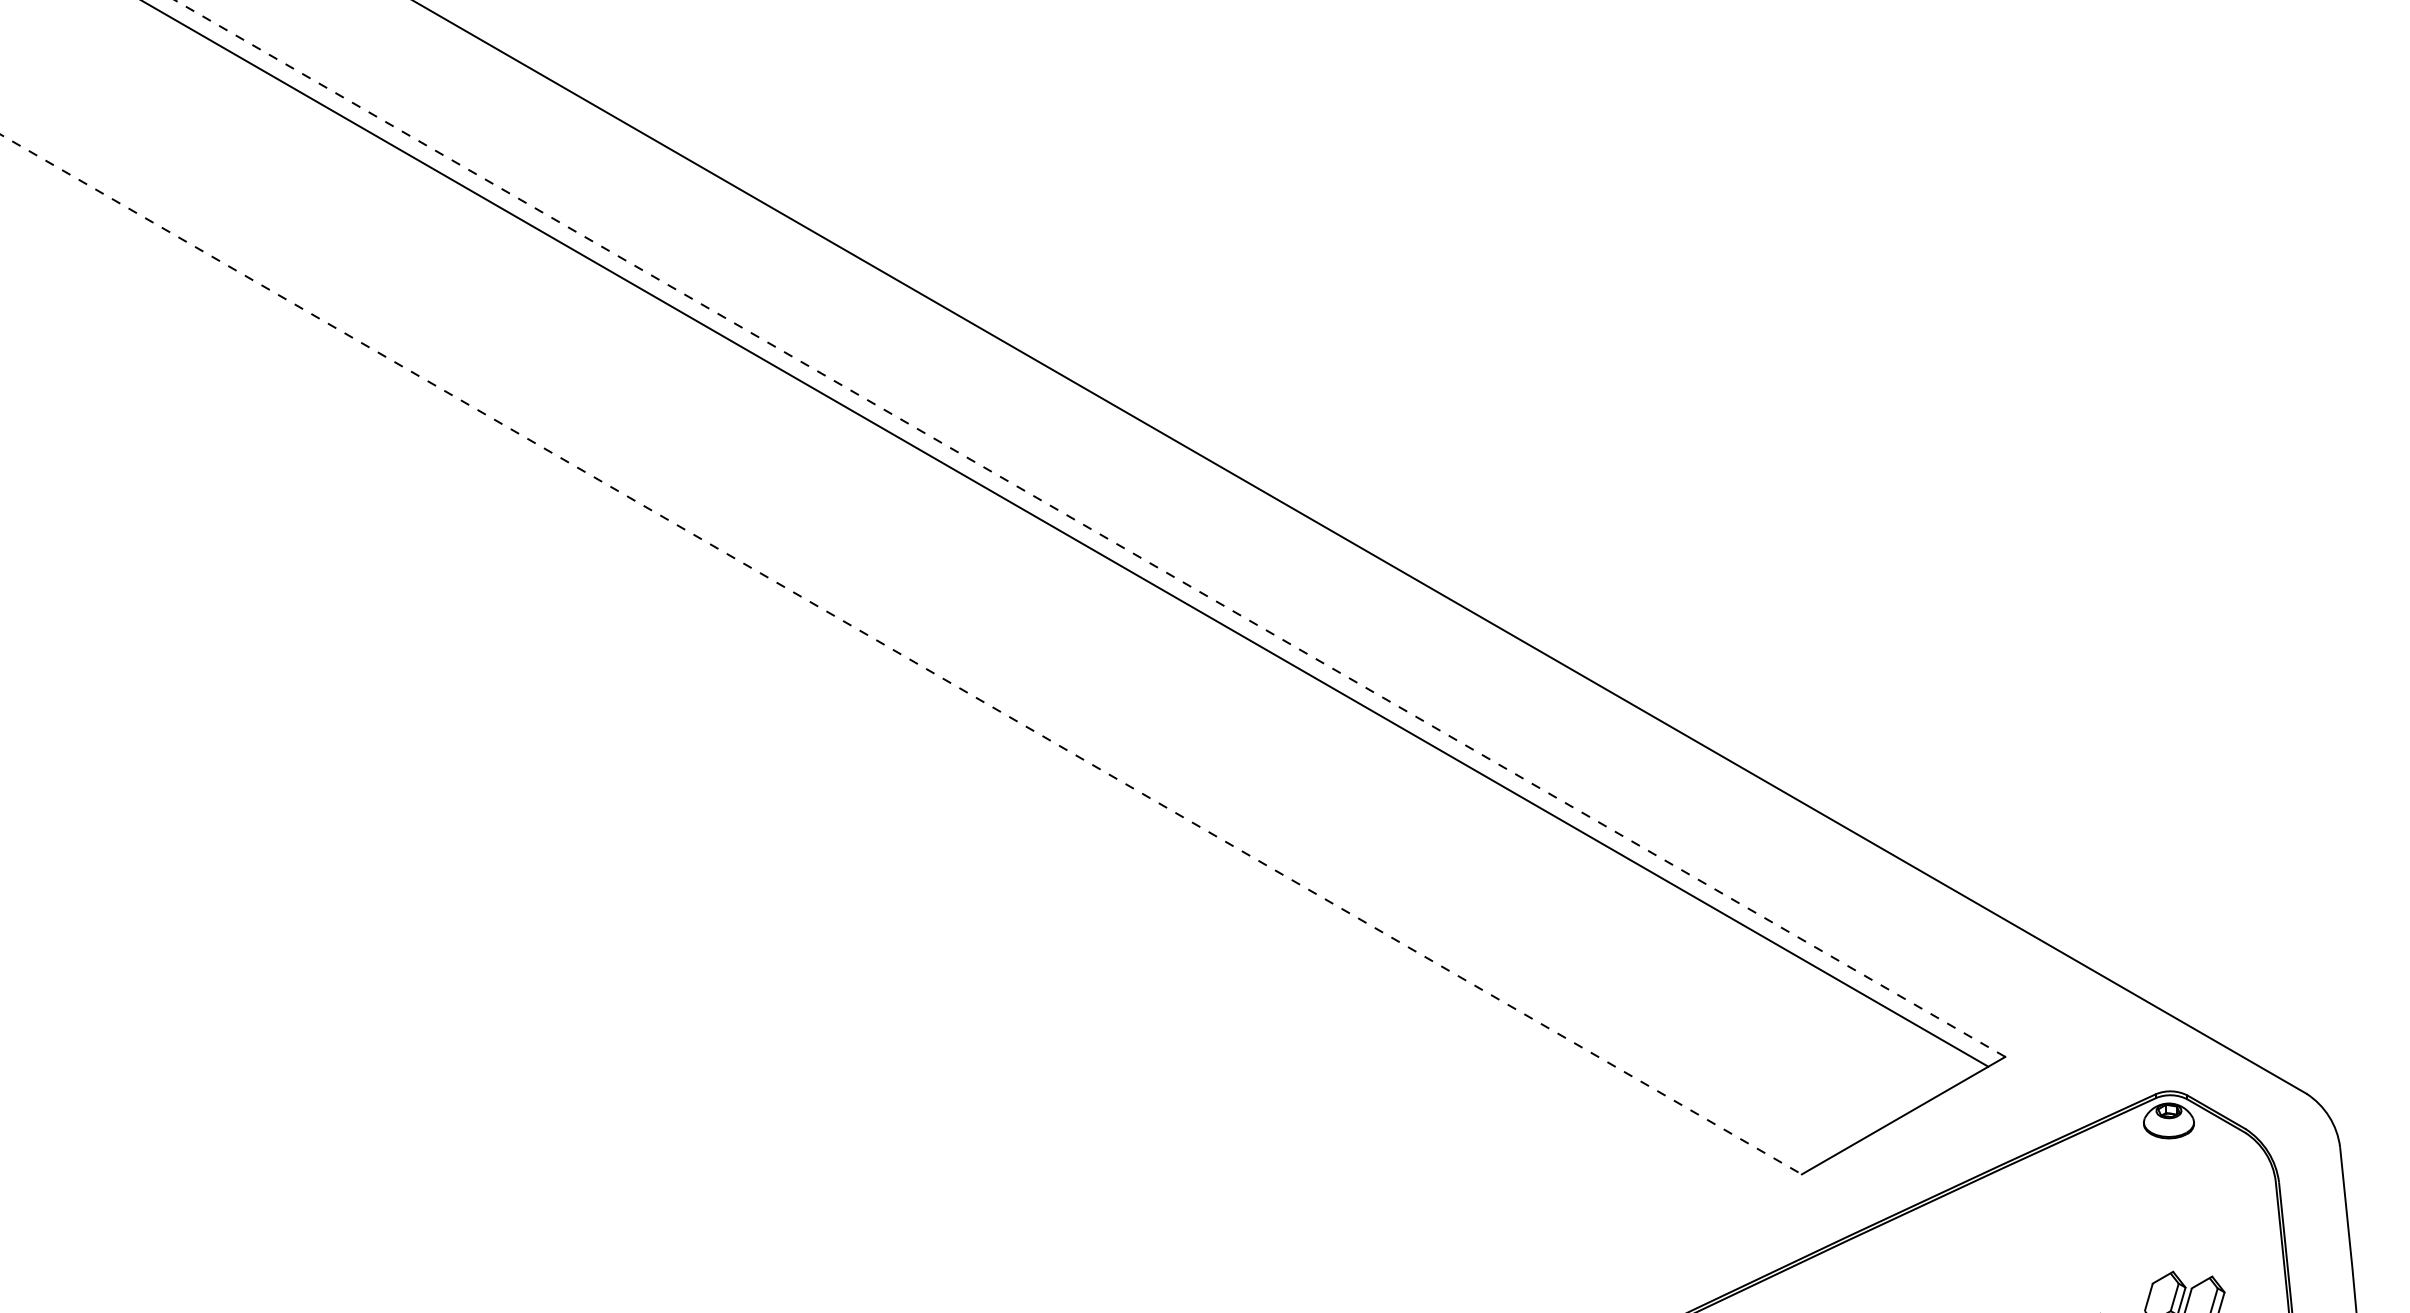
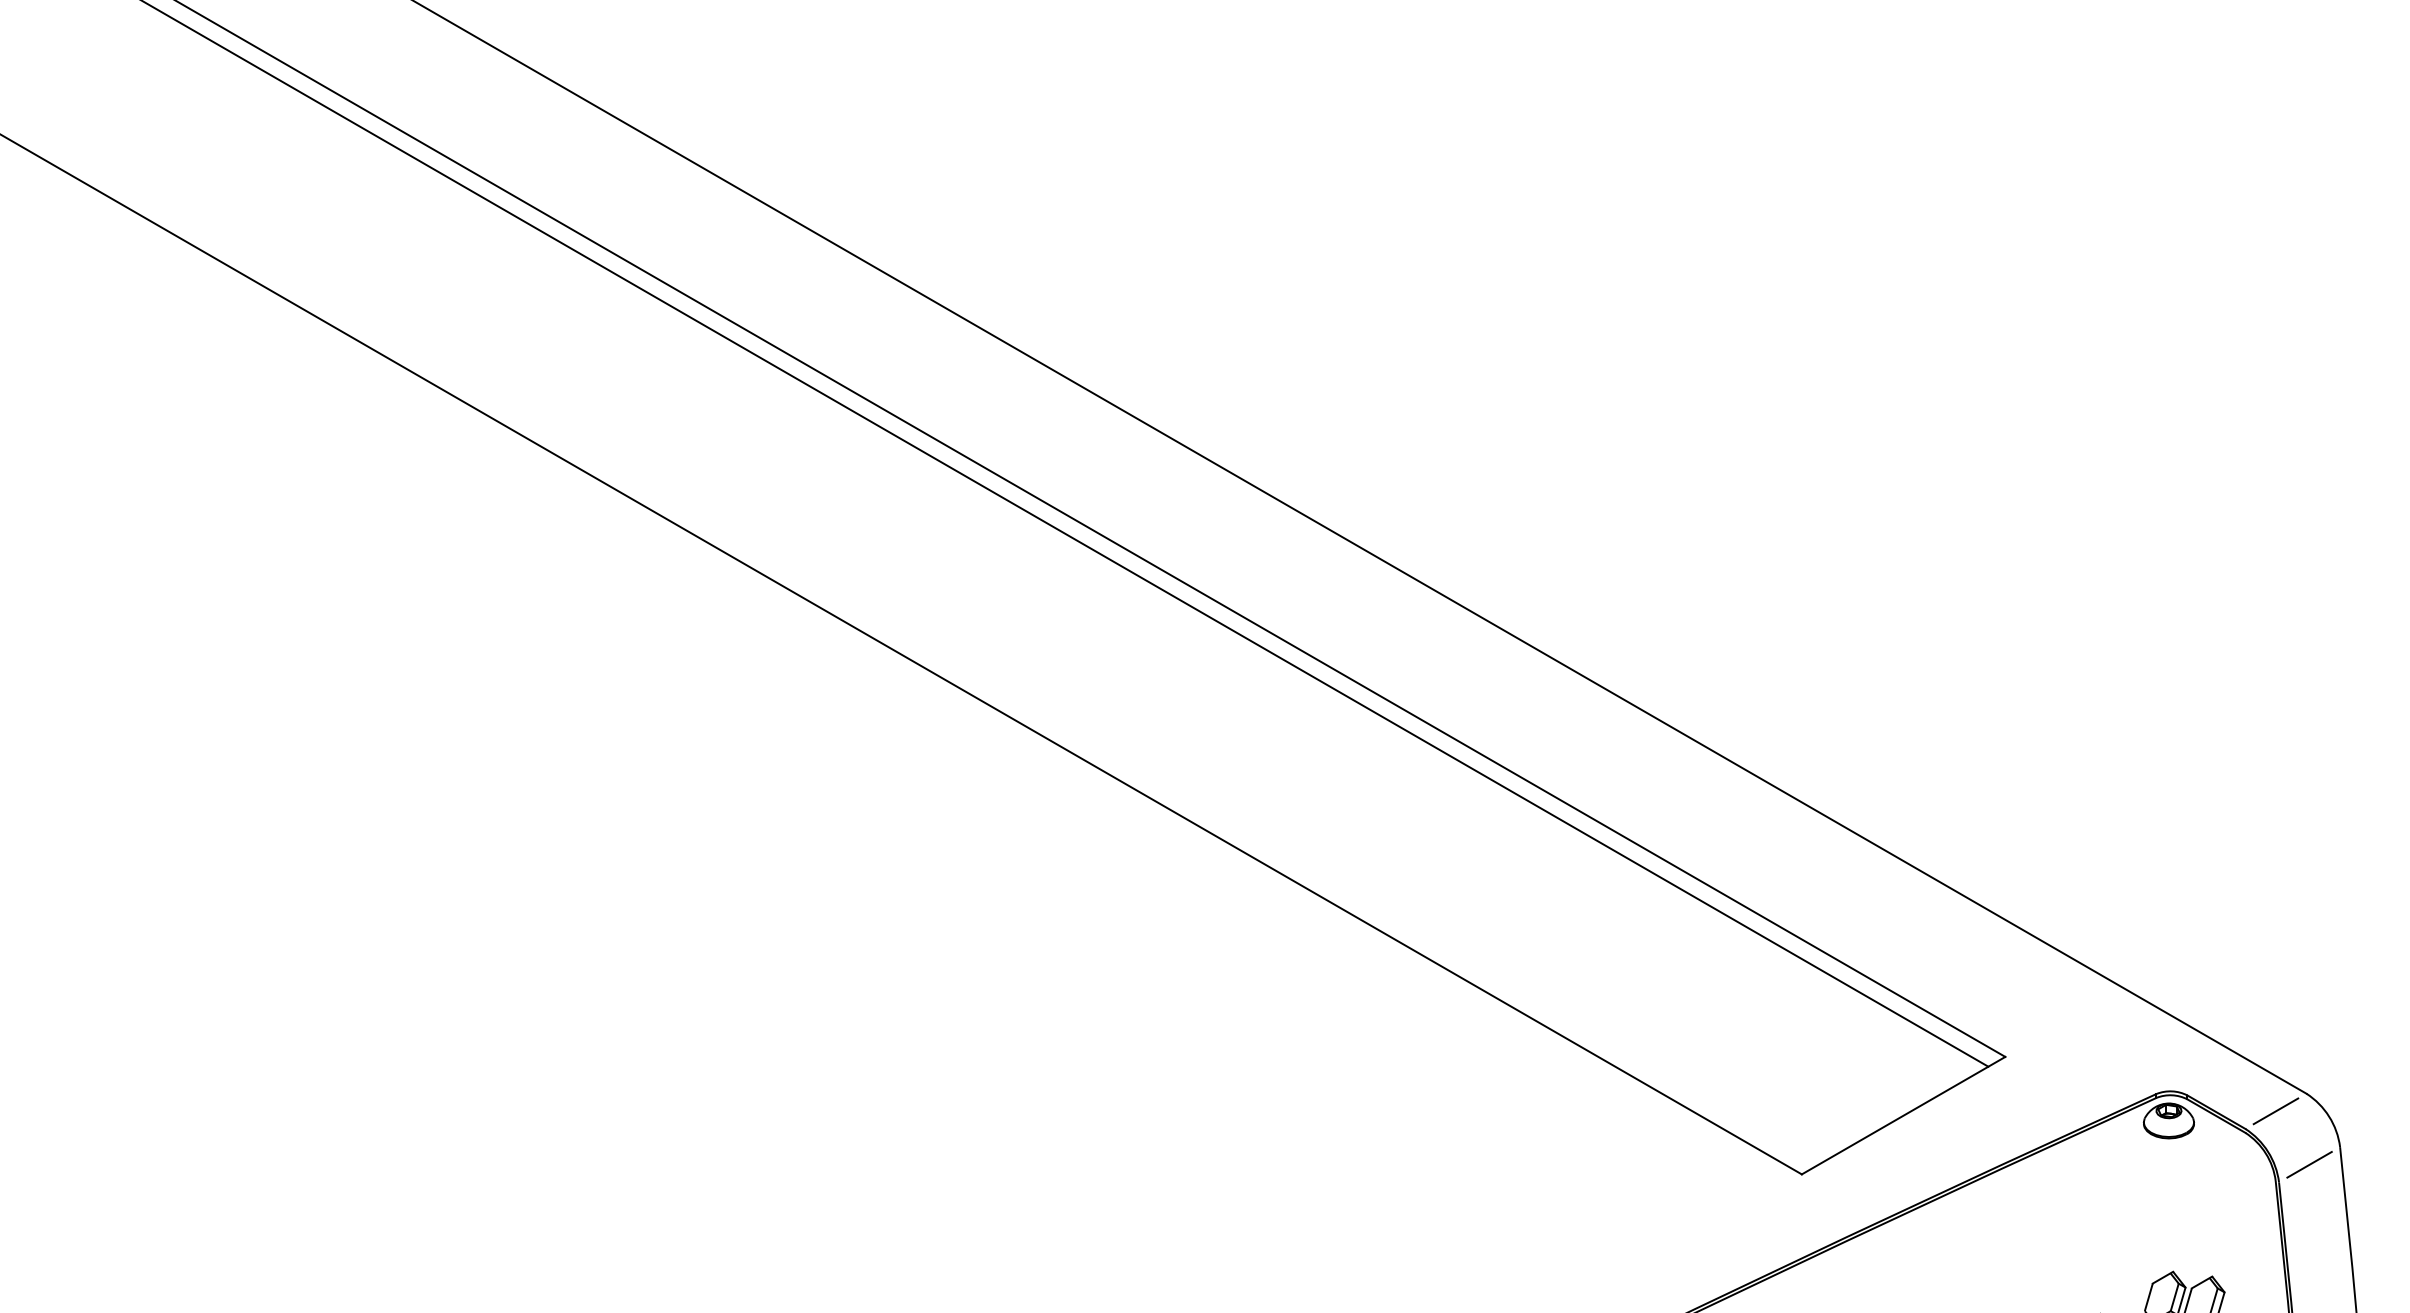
line at (1090, 528): dashed -> solid
line at (901, 654): dashed -> solid
line at (2275, 1111): none -> present
line at (2309, 1164): none -> present
